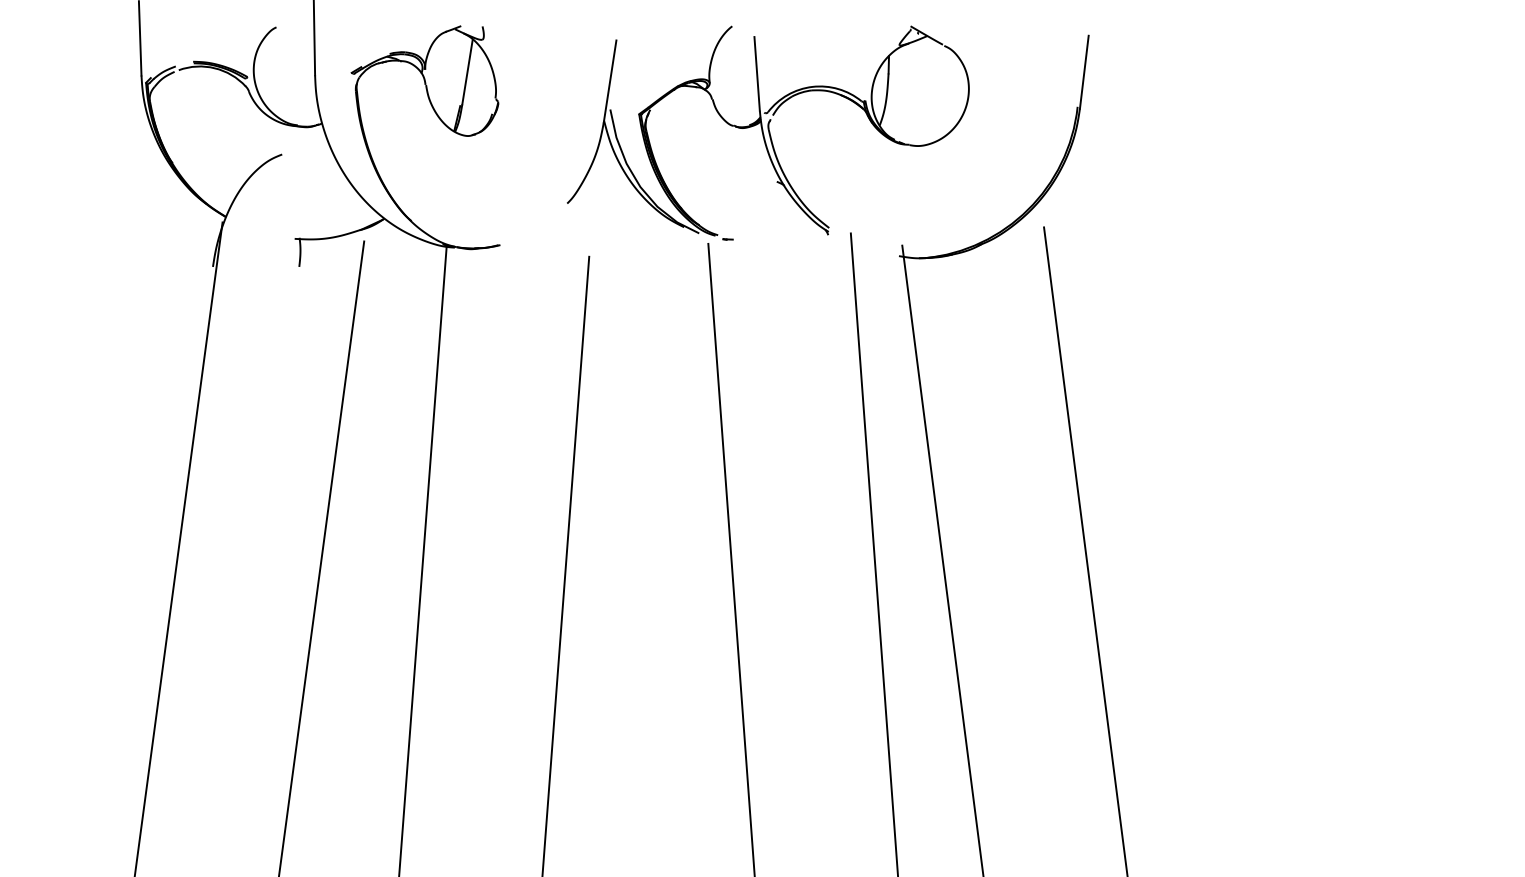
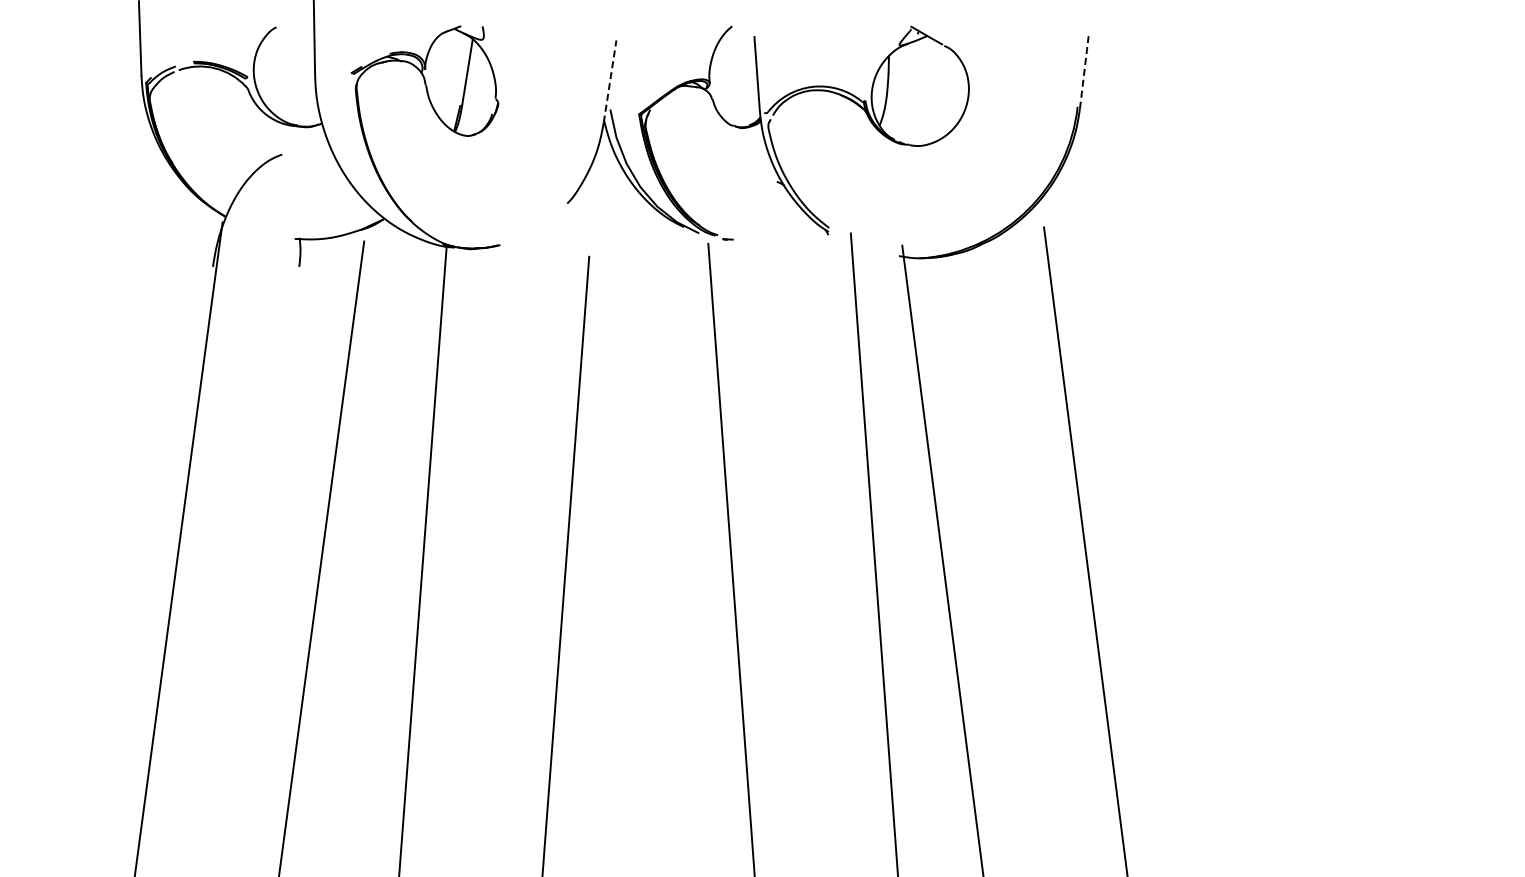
line at (1084, 72): solid -> dashed
line at (610, 81): solid -> dashed
